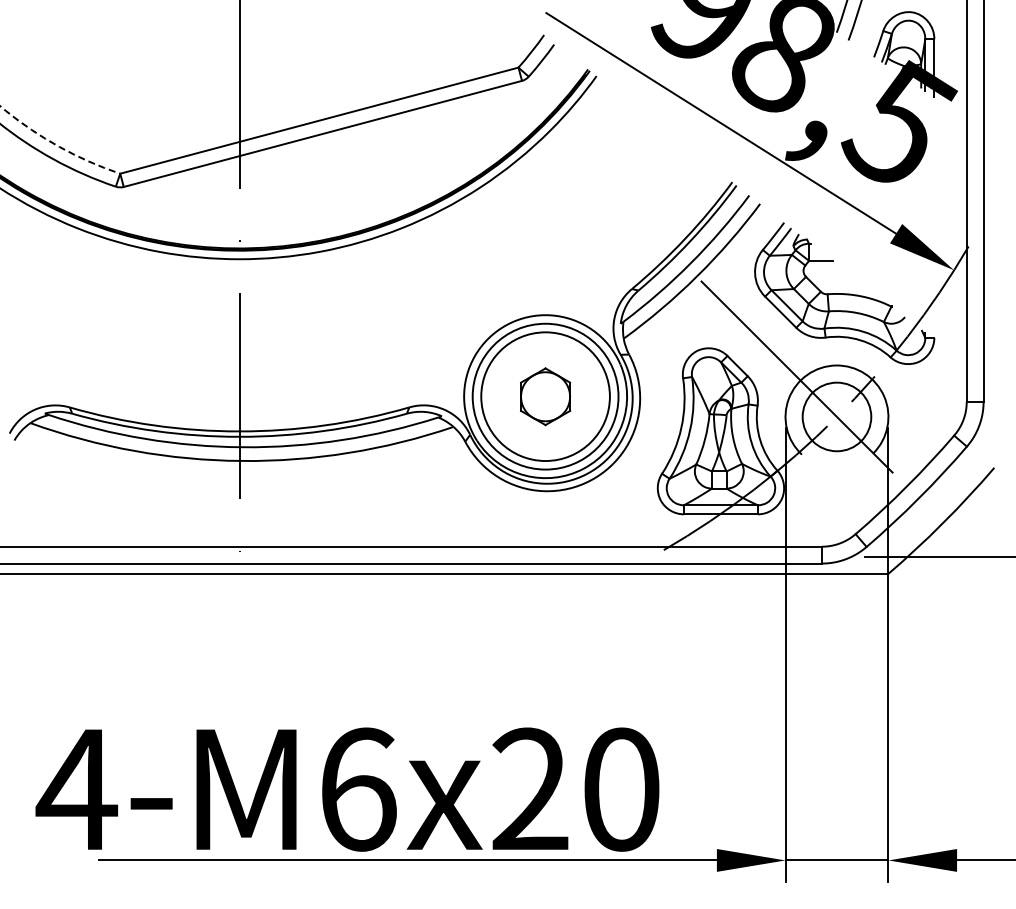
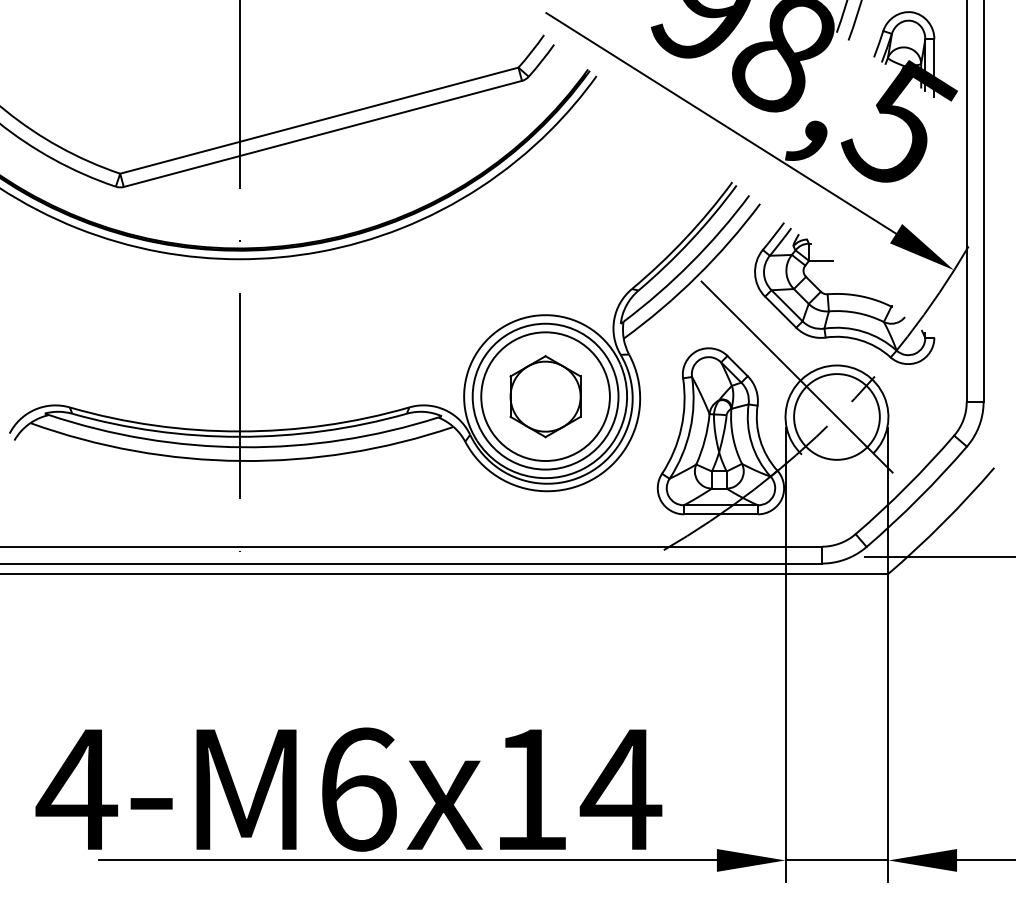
arc at (56, 145): dashed -> solid
part at (545, 396) size: 52x60 px -> 73x84 px
circle at (836, 416) diameter: 69 px -> 86 px
text at (577, 789): 4-M6x20 -> 4-M6x14
